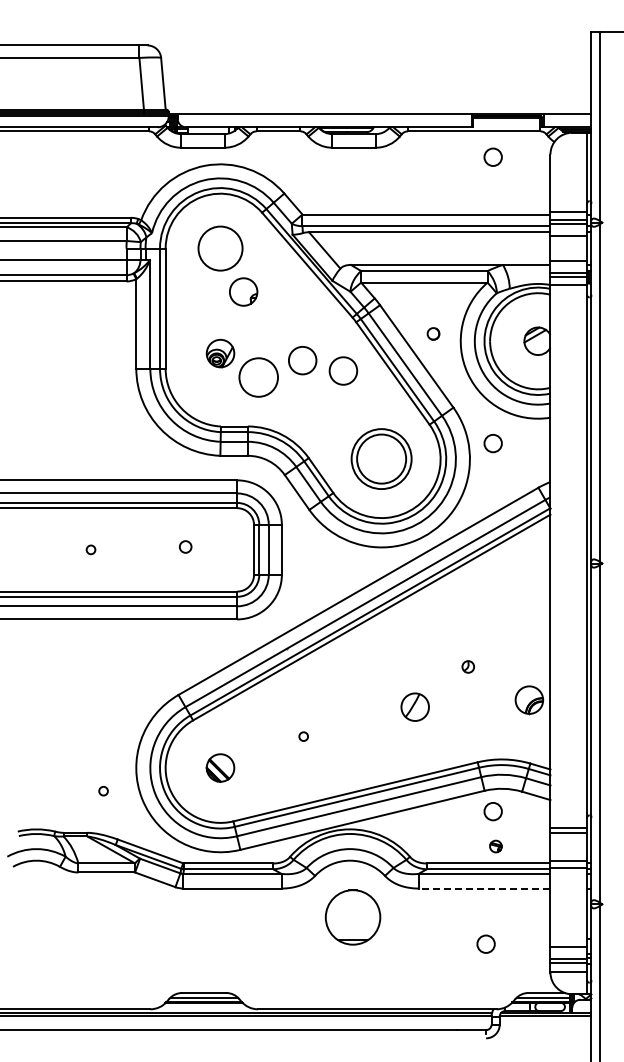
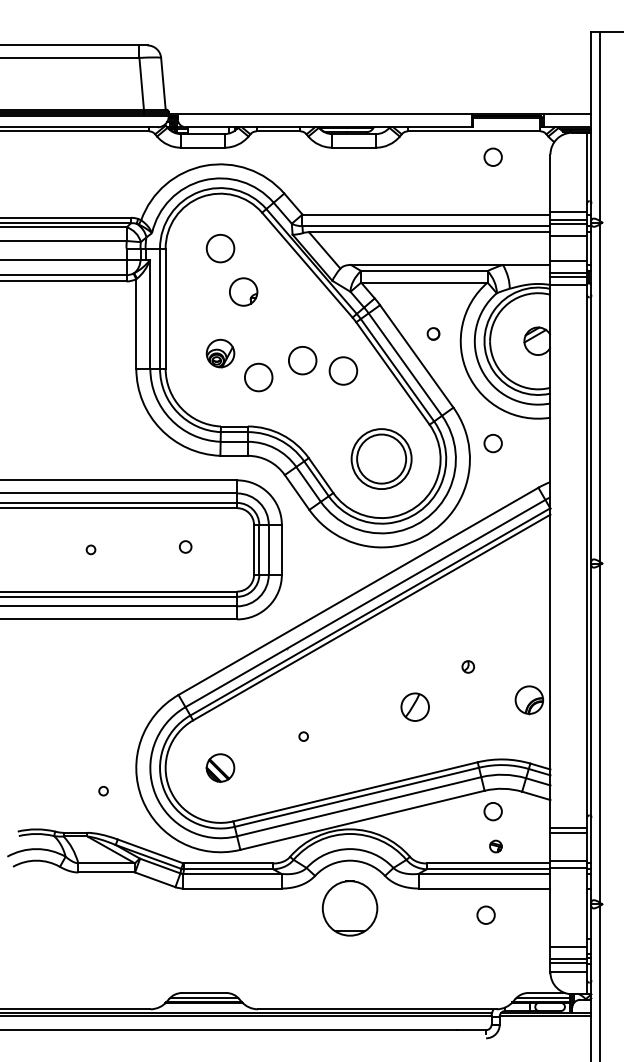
circle at (220, 248) diameter: 44 px -> 28 px
circle at (258, 377) diameter: 39 px -> 28 px
line at (484, 888): dashed -> solid
part at (352, 917) position: (352, 917) -> (349, 908)
circle at (485, 943) position: (485, 943) -> (485, 914)
